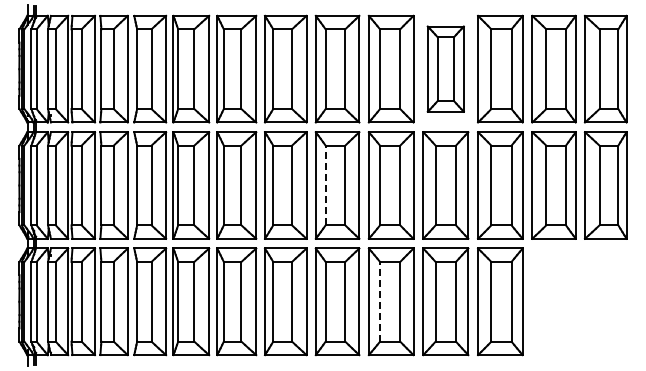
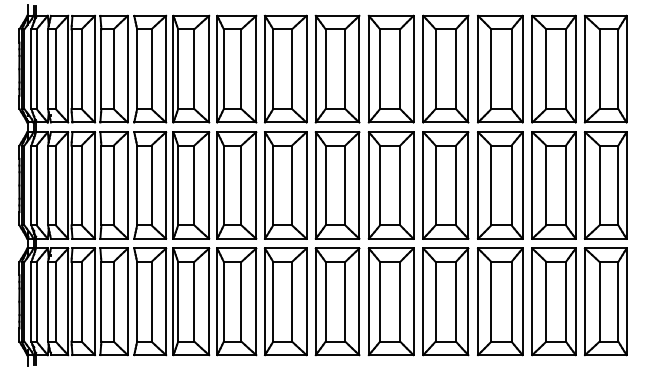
part at (445, 68) size: 39x88 px -> 48x110 px
line at (325, 185): dashed -> solid
line at (380, 301): dashed -> solid
part at (579, 301): none -> present
